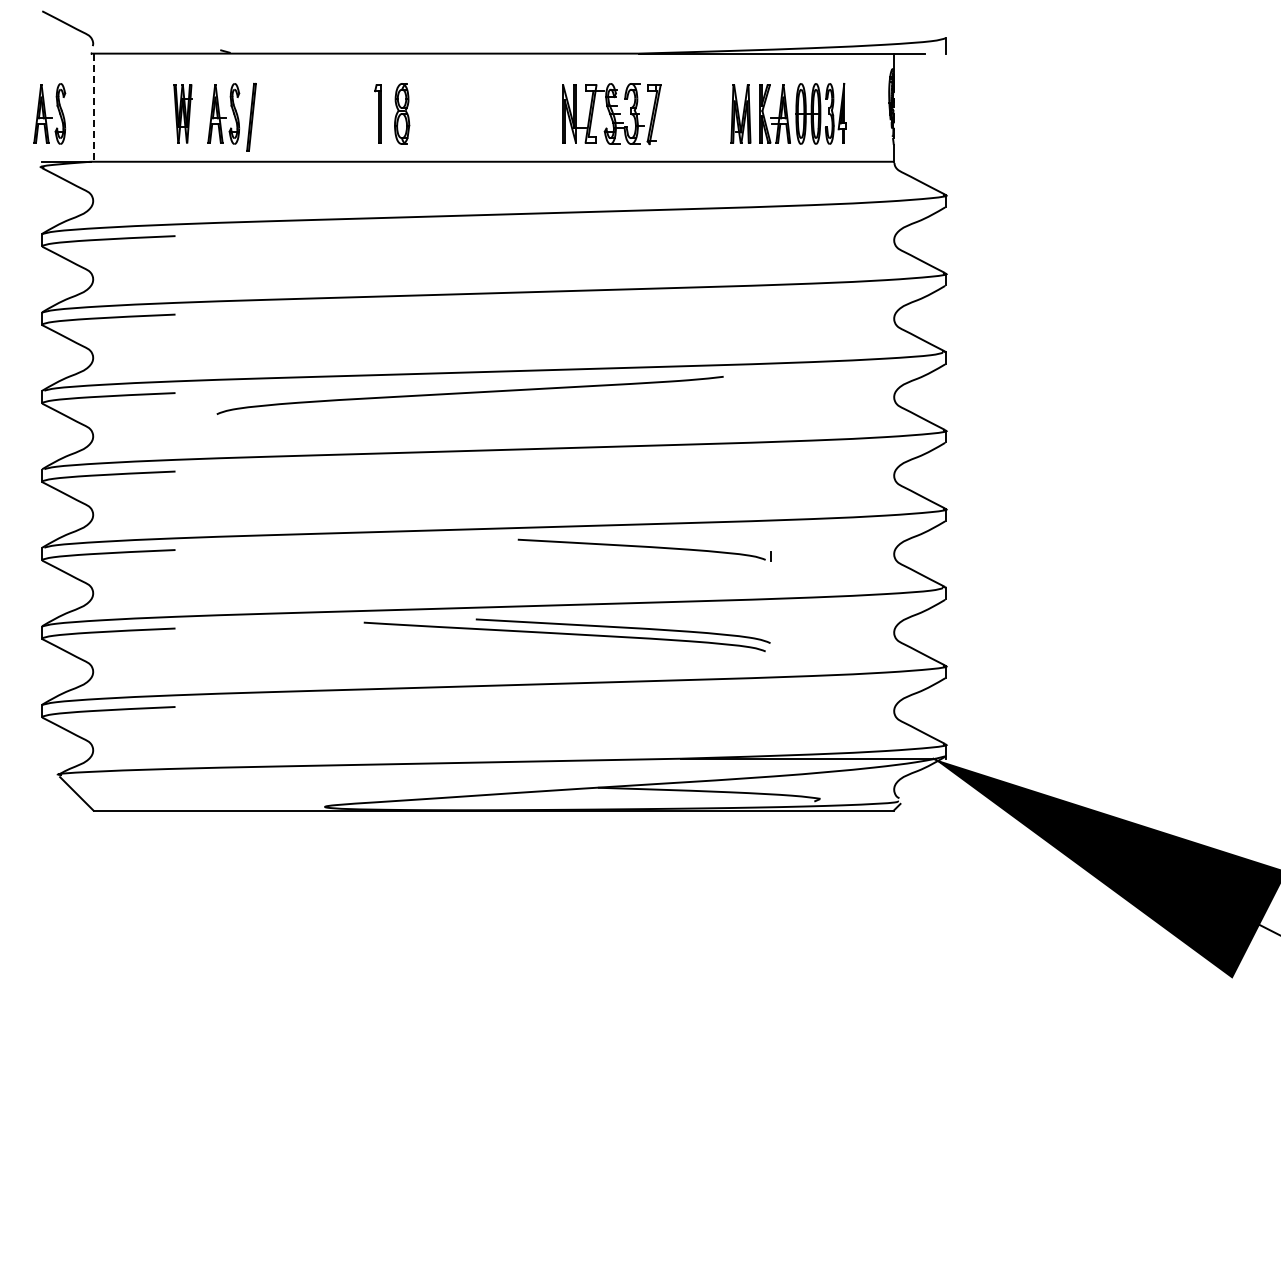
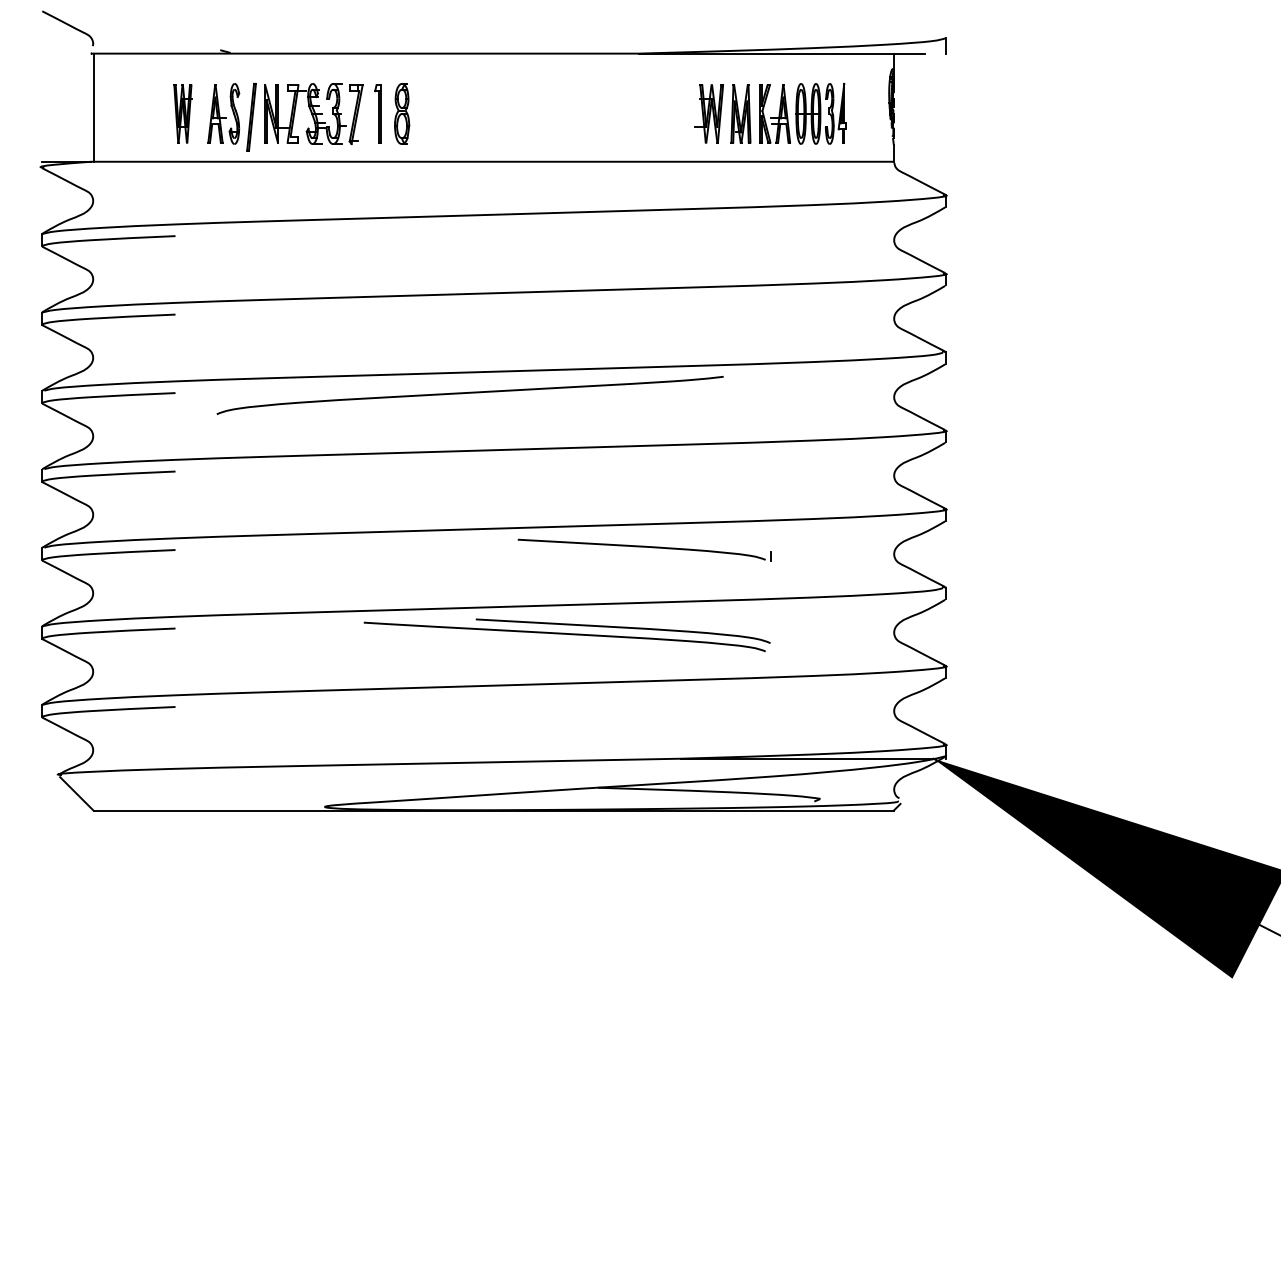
line at (93, 108): dashed -> solid
part at (49, 113): present -> none
part at (708, 113): none -> present
part at (611, 114) position: (611, 114) -> (313, 114)
